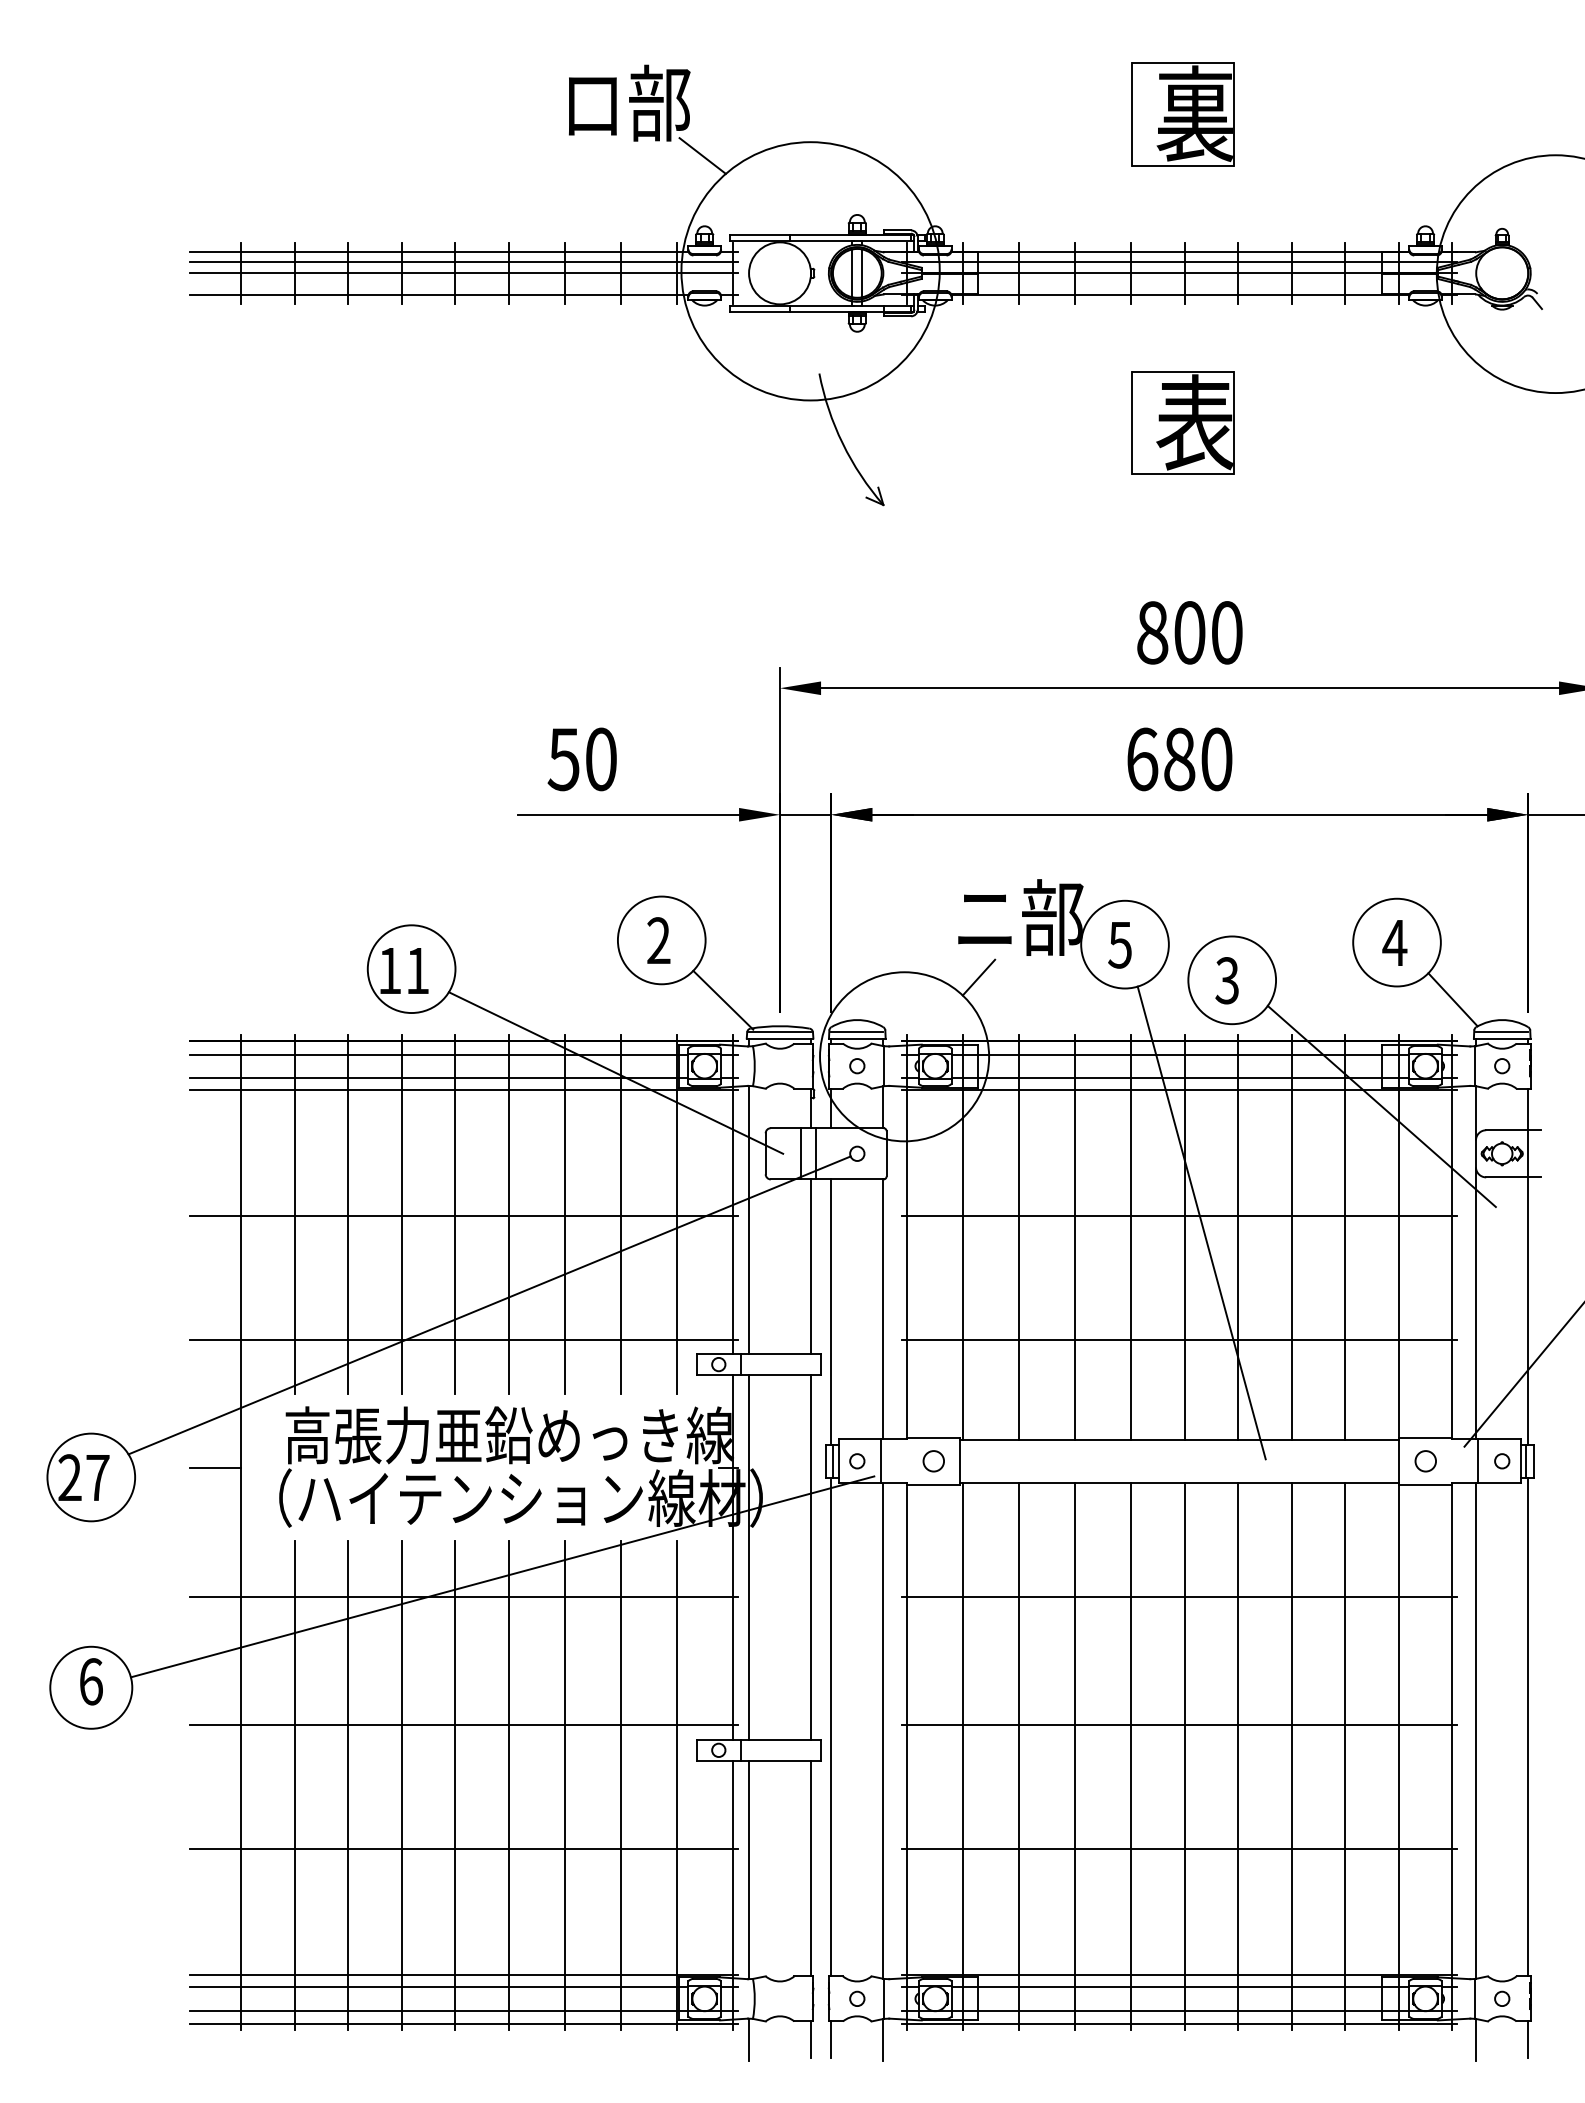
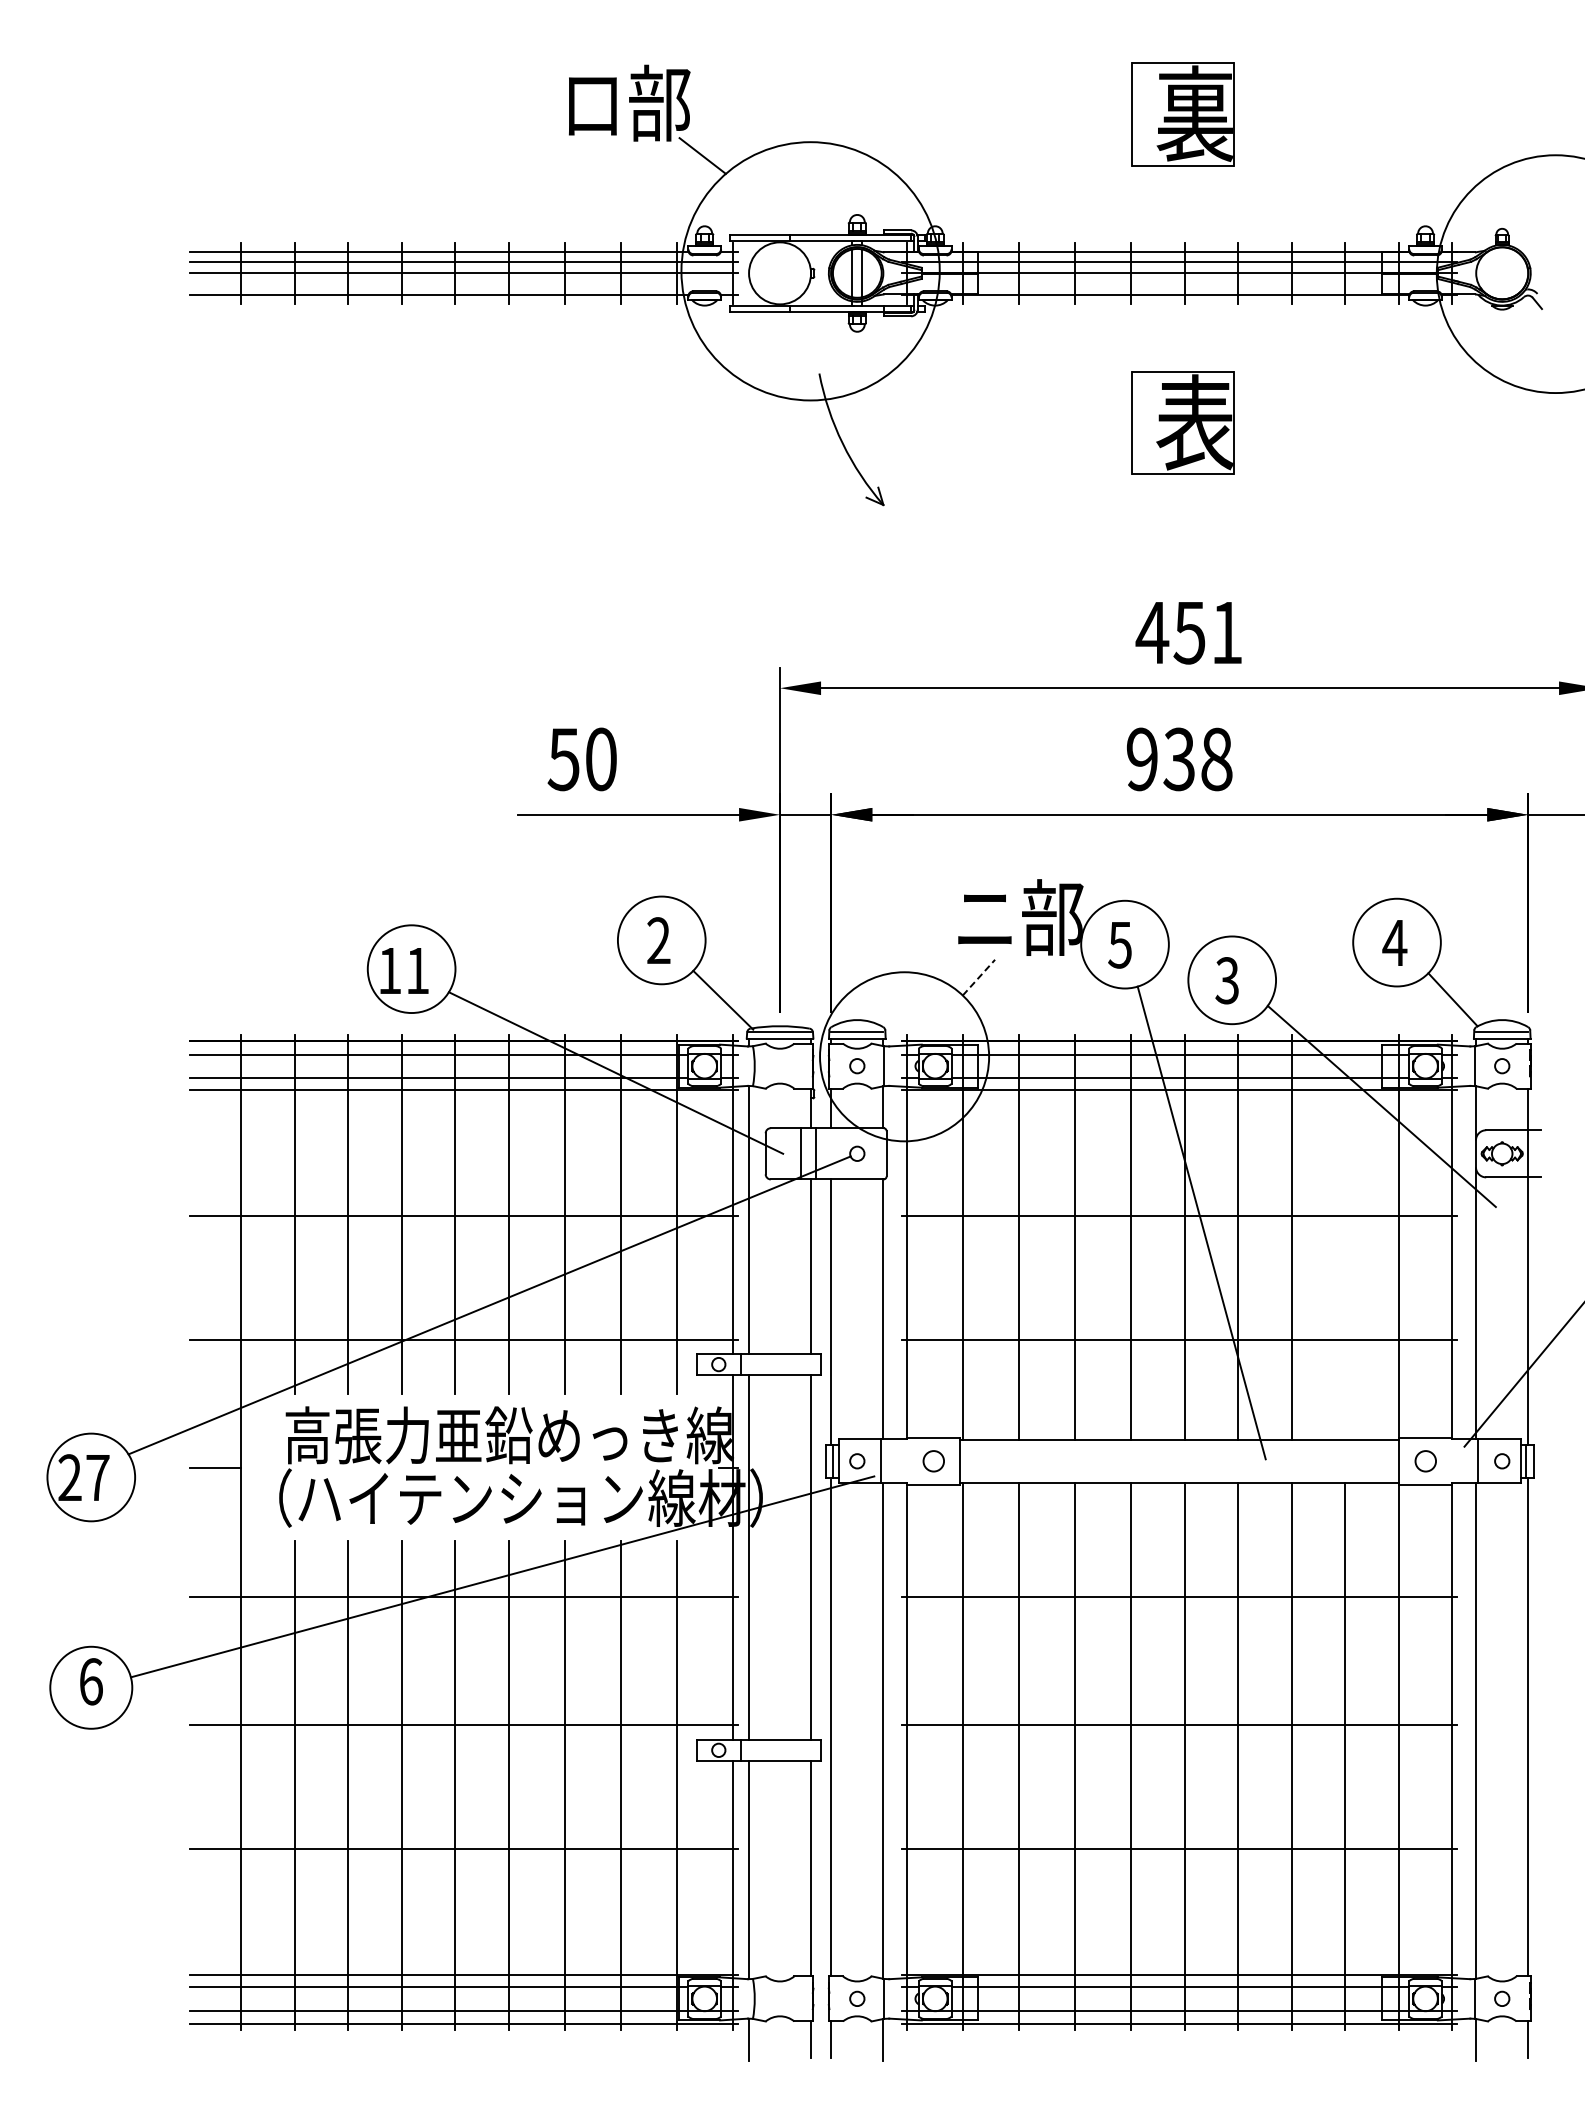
text at (1188, 632): 800 -> 451
text at (1179, 759): 680 -> 938
line at (979, 977): solid -> dashed
line at (1345, 1237): present -> none
